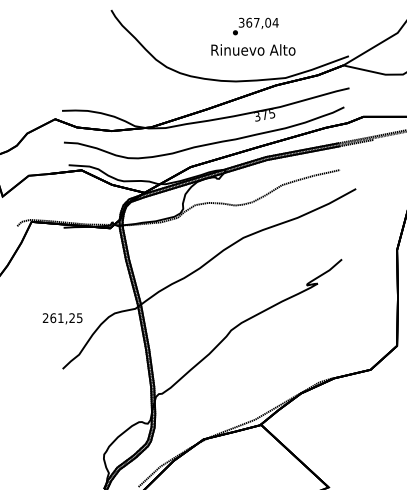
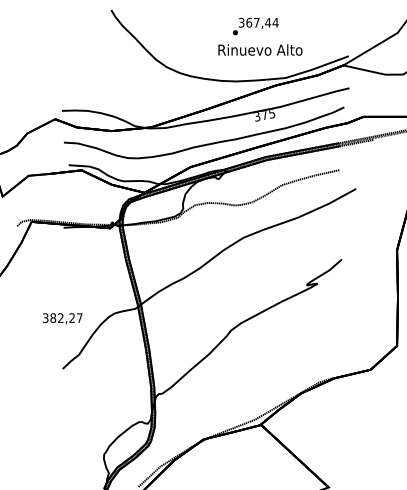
text at (268, 22): 367,04 -> 367,44
text at (253, 49) position: (253, 49) -> (260, 49)
text at (62, 318): 261,25 -> 382,27
